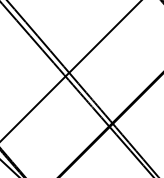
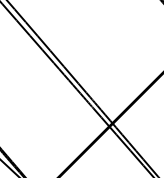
line at (70, 70): present -> none
